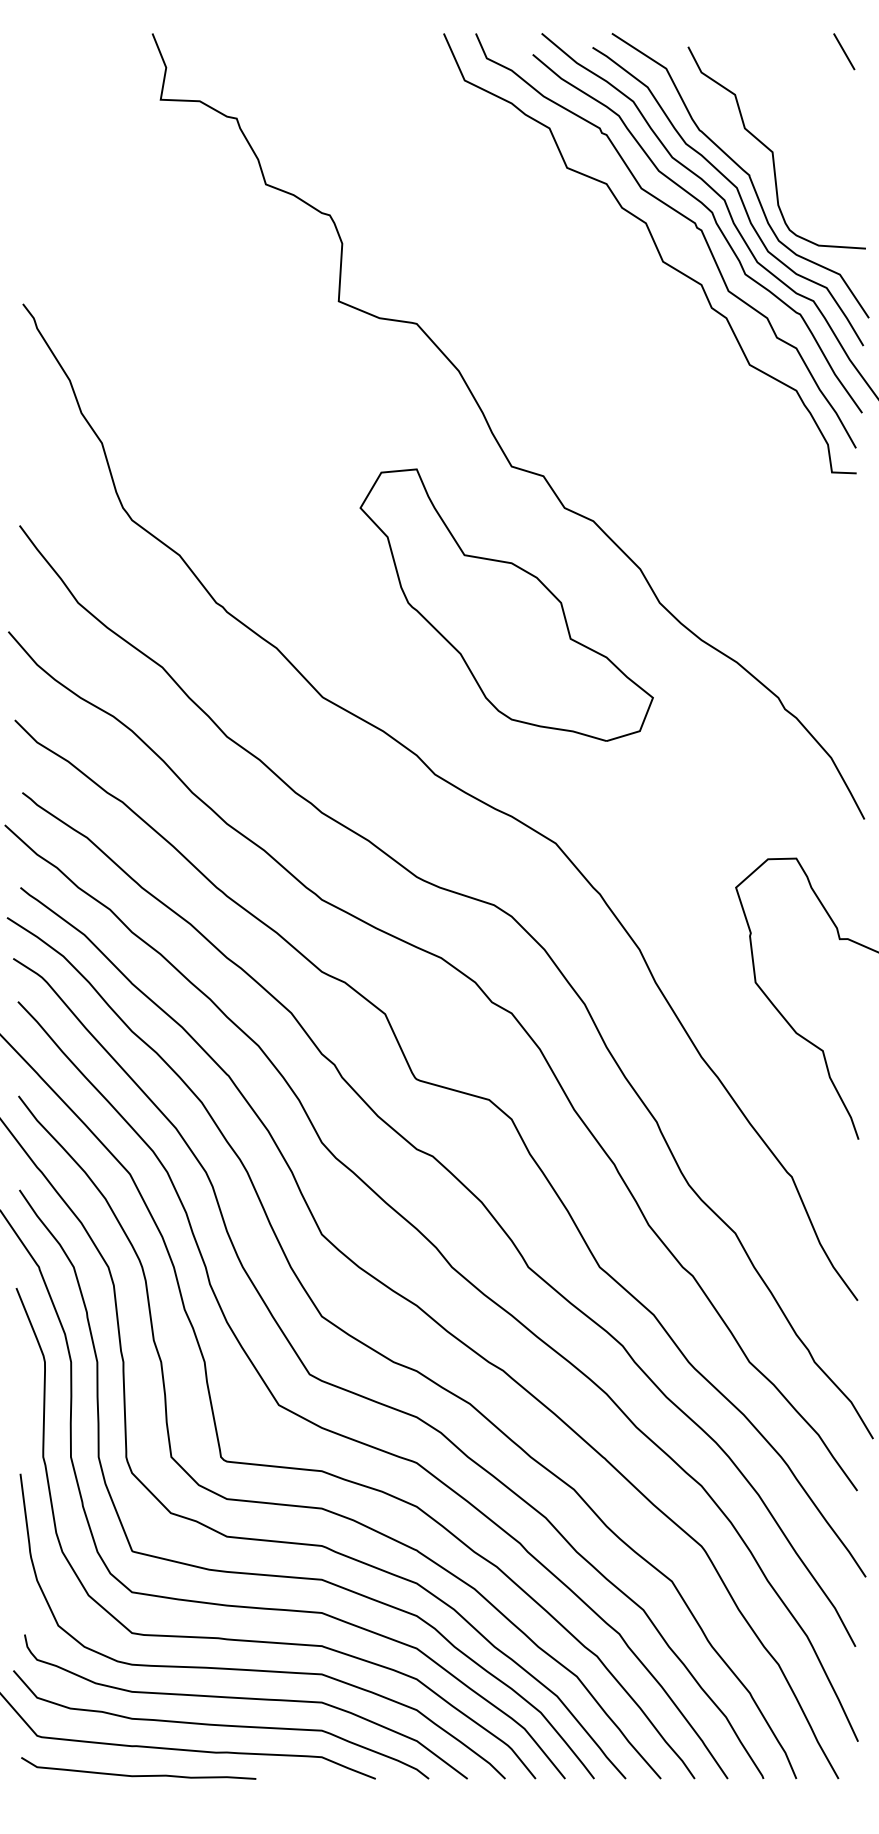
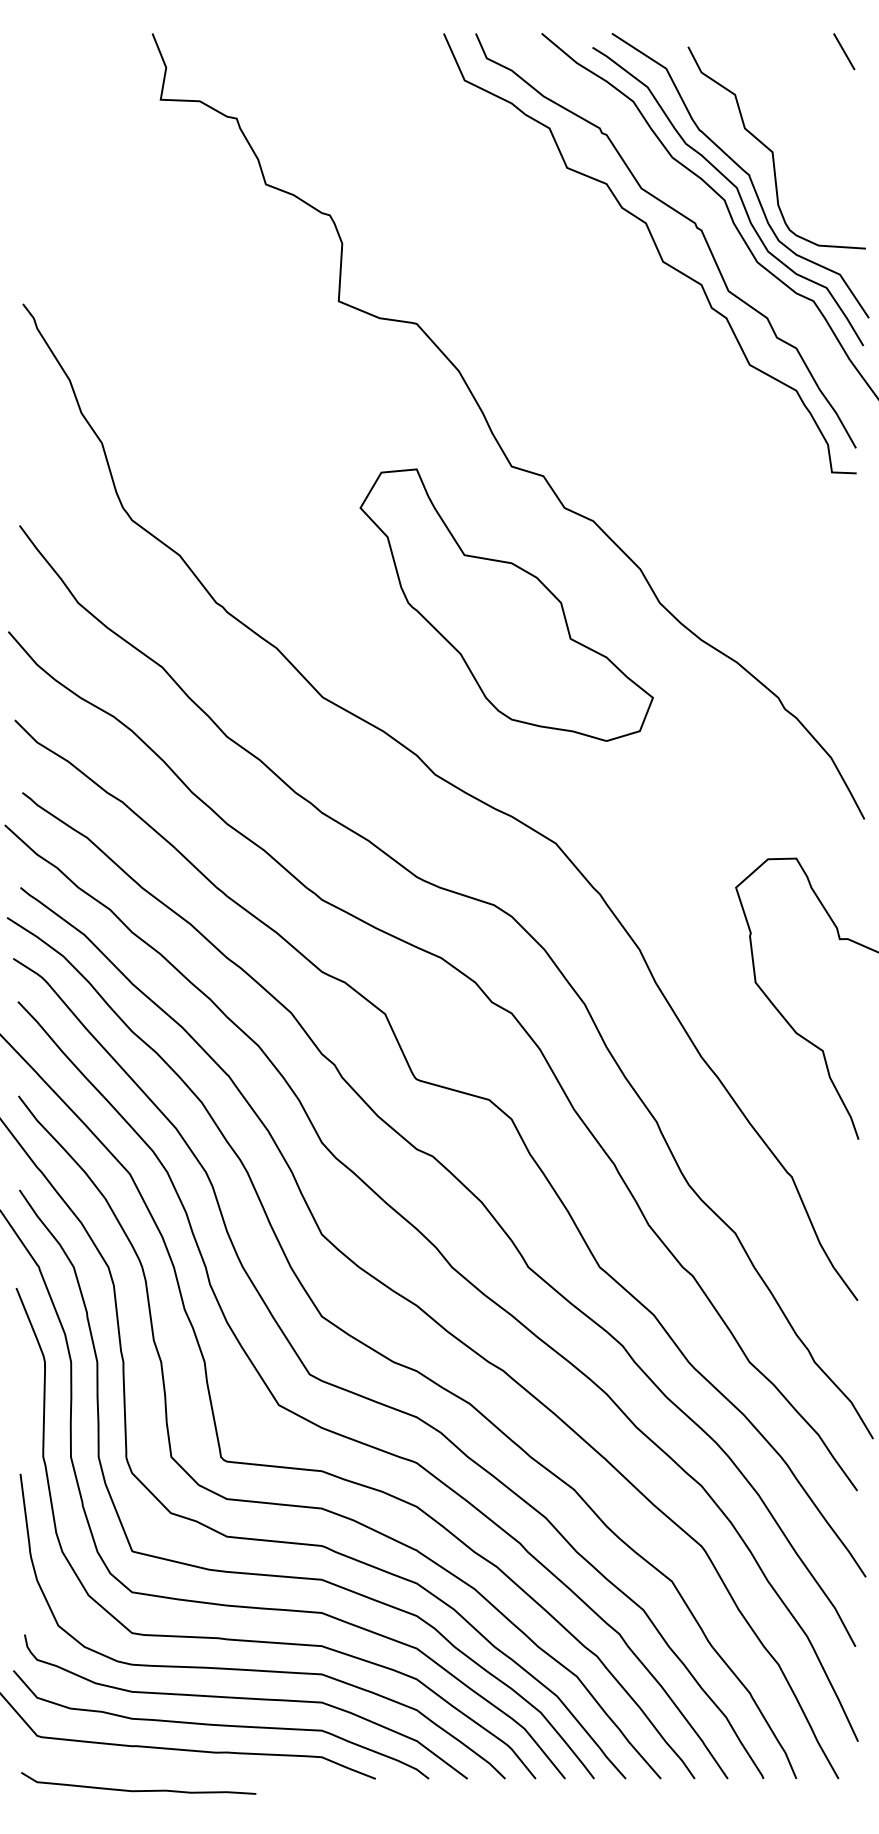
curve at (715, 223): present -> none
curve at (138, 1775) position: (138, 1775) -> (138, 1790)
